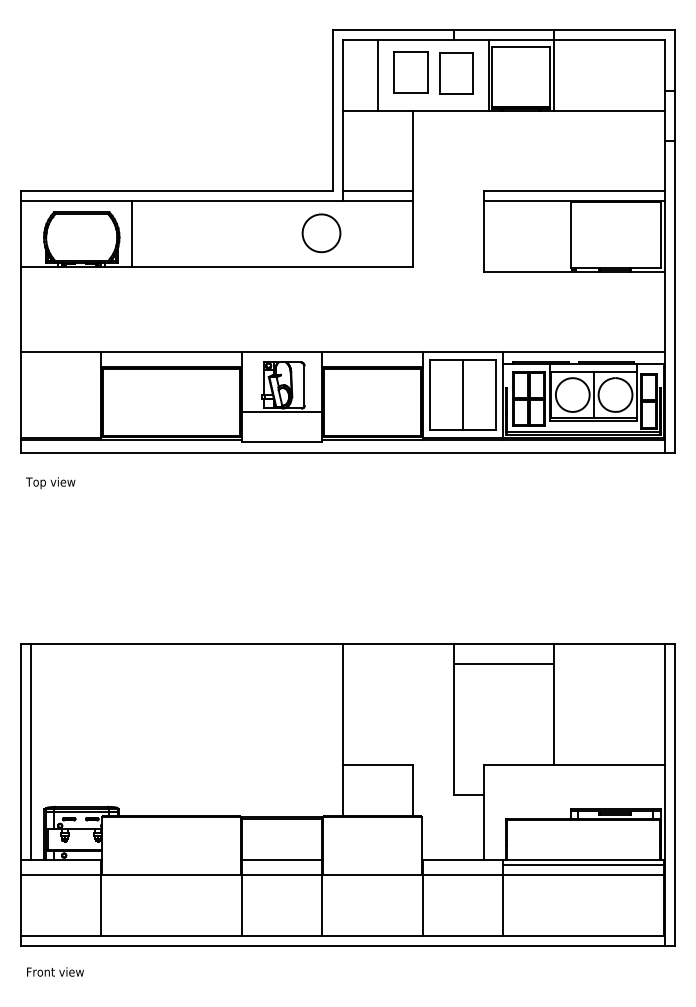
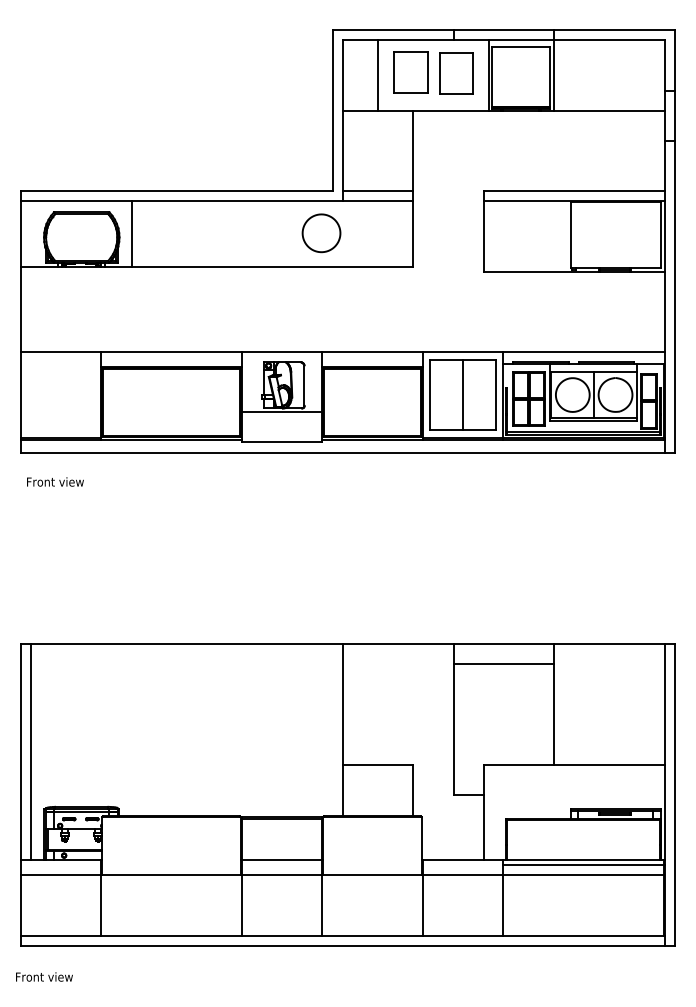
text at (54, 483): Top view -> Front view
text at (55, 971) position: (55, 971) -> (44, 976)
